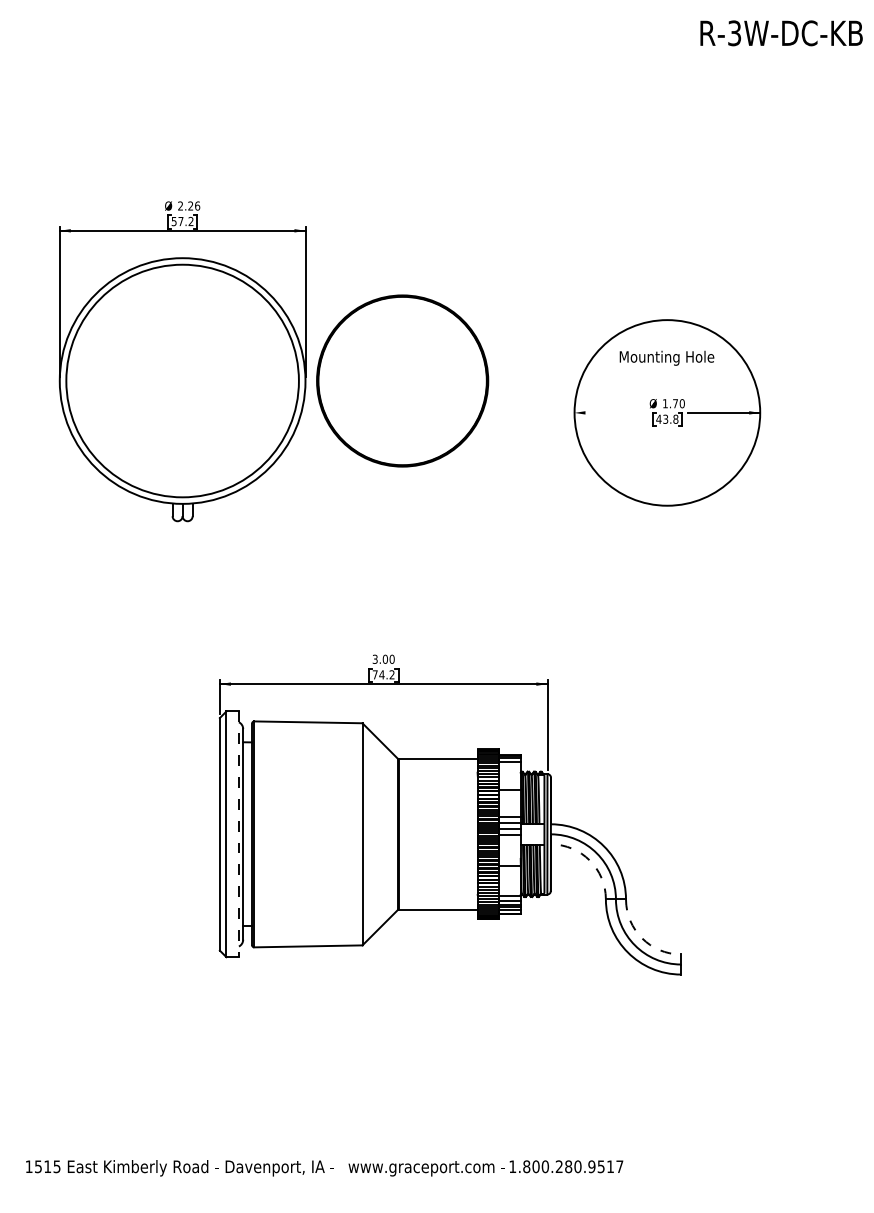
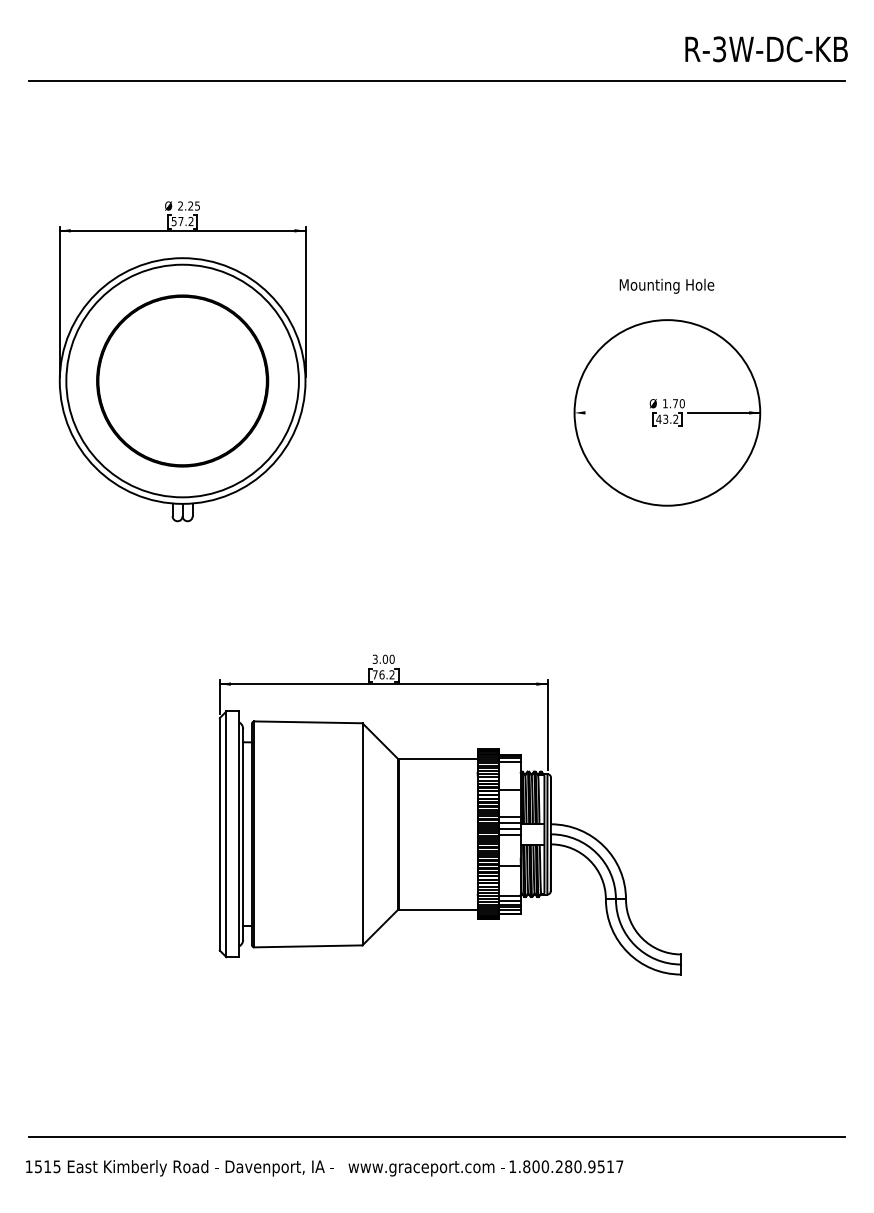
text at (781, 33) position: (781, 33) -> (766, 49)
line at (436, 81): none -> present
text at (197, 205): 2.26 -> 2.25
text at (666, 357) position: (666, 357) -> (666, 285)
part at (402, 380) position: (402, 380) -> (182, 380)
text at (675, 418): 43.8 -> 43.2
text at (381, 674): 74.2 -> 76.2
line at (238, 834): dashed -> solid
arc at (589, 860): dashed -> solid
arc at (642, 938): dashed -> solid
line at (436, 1137): none -> present
